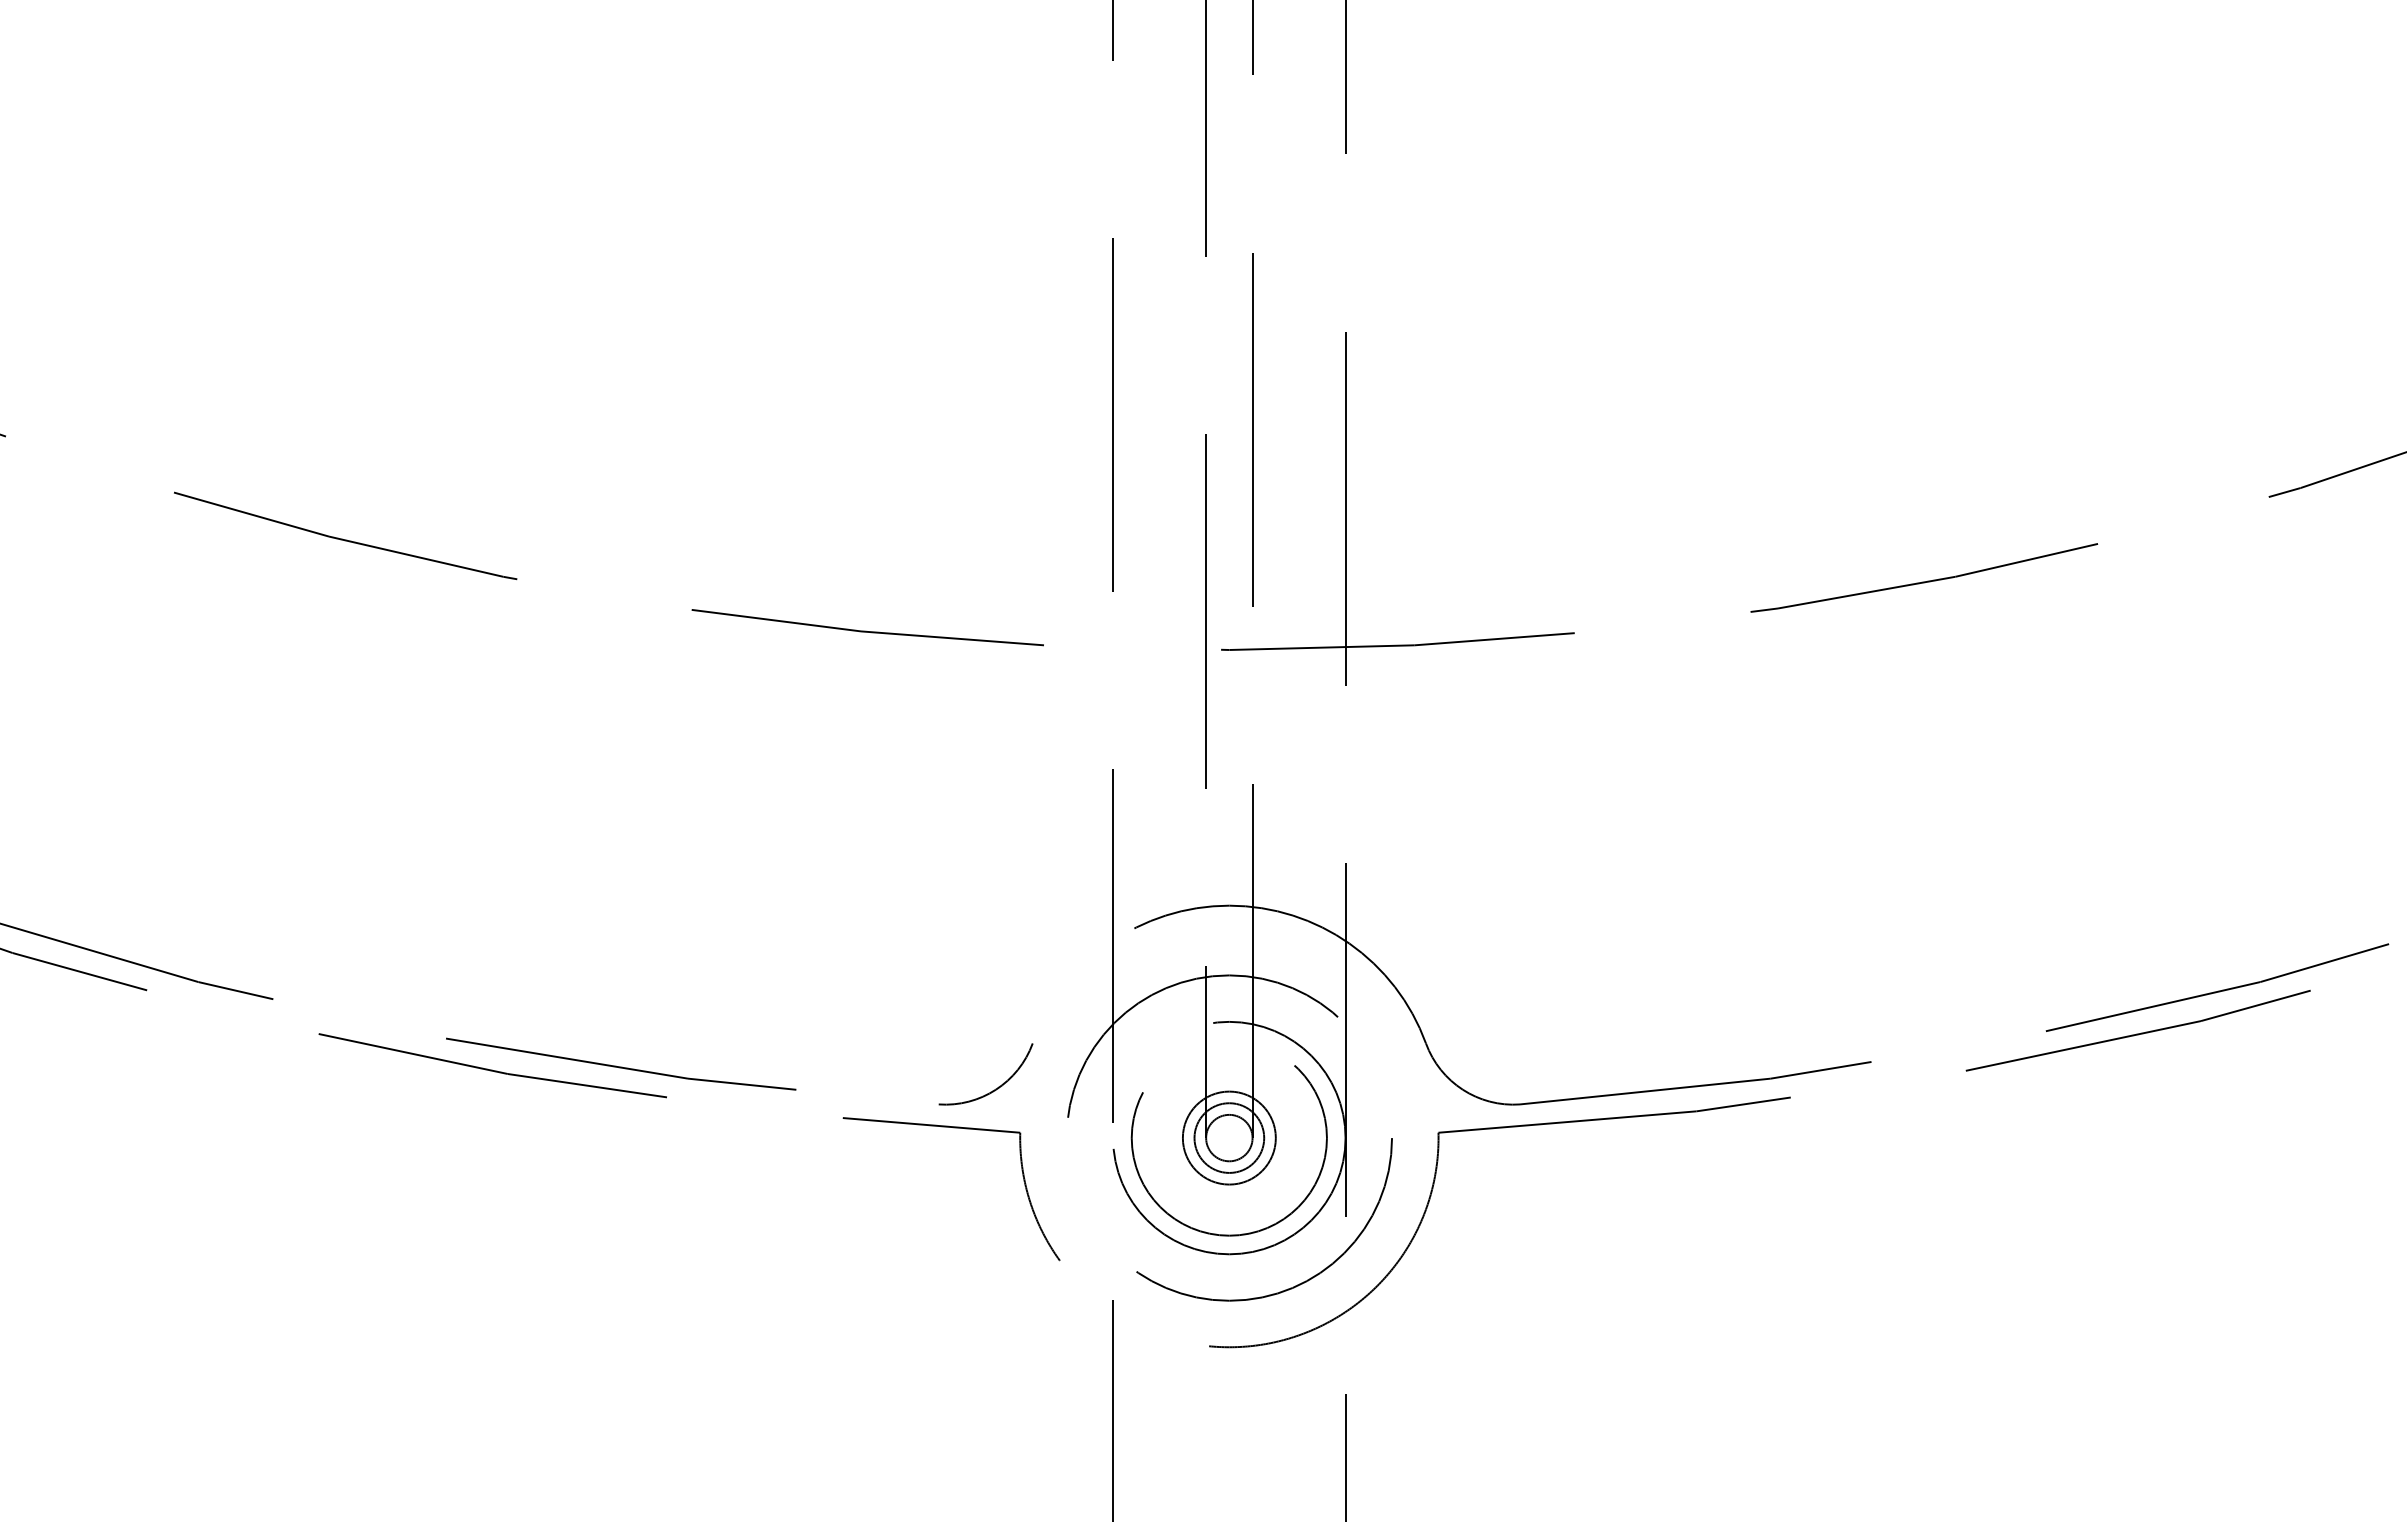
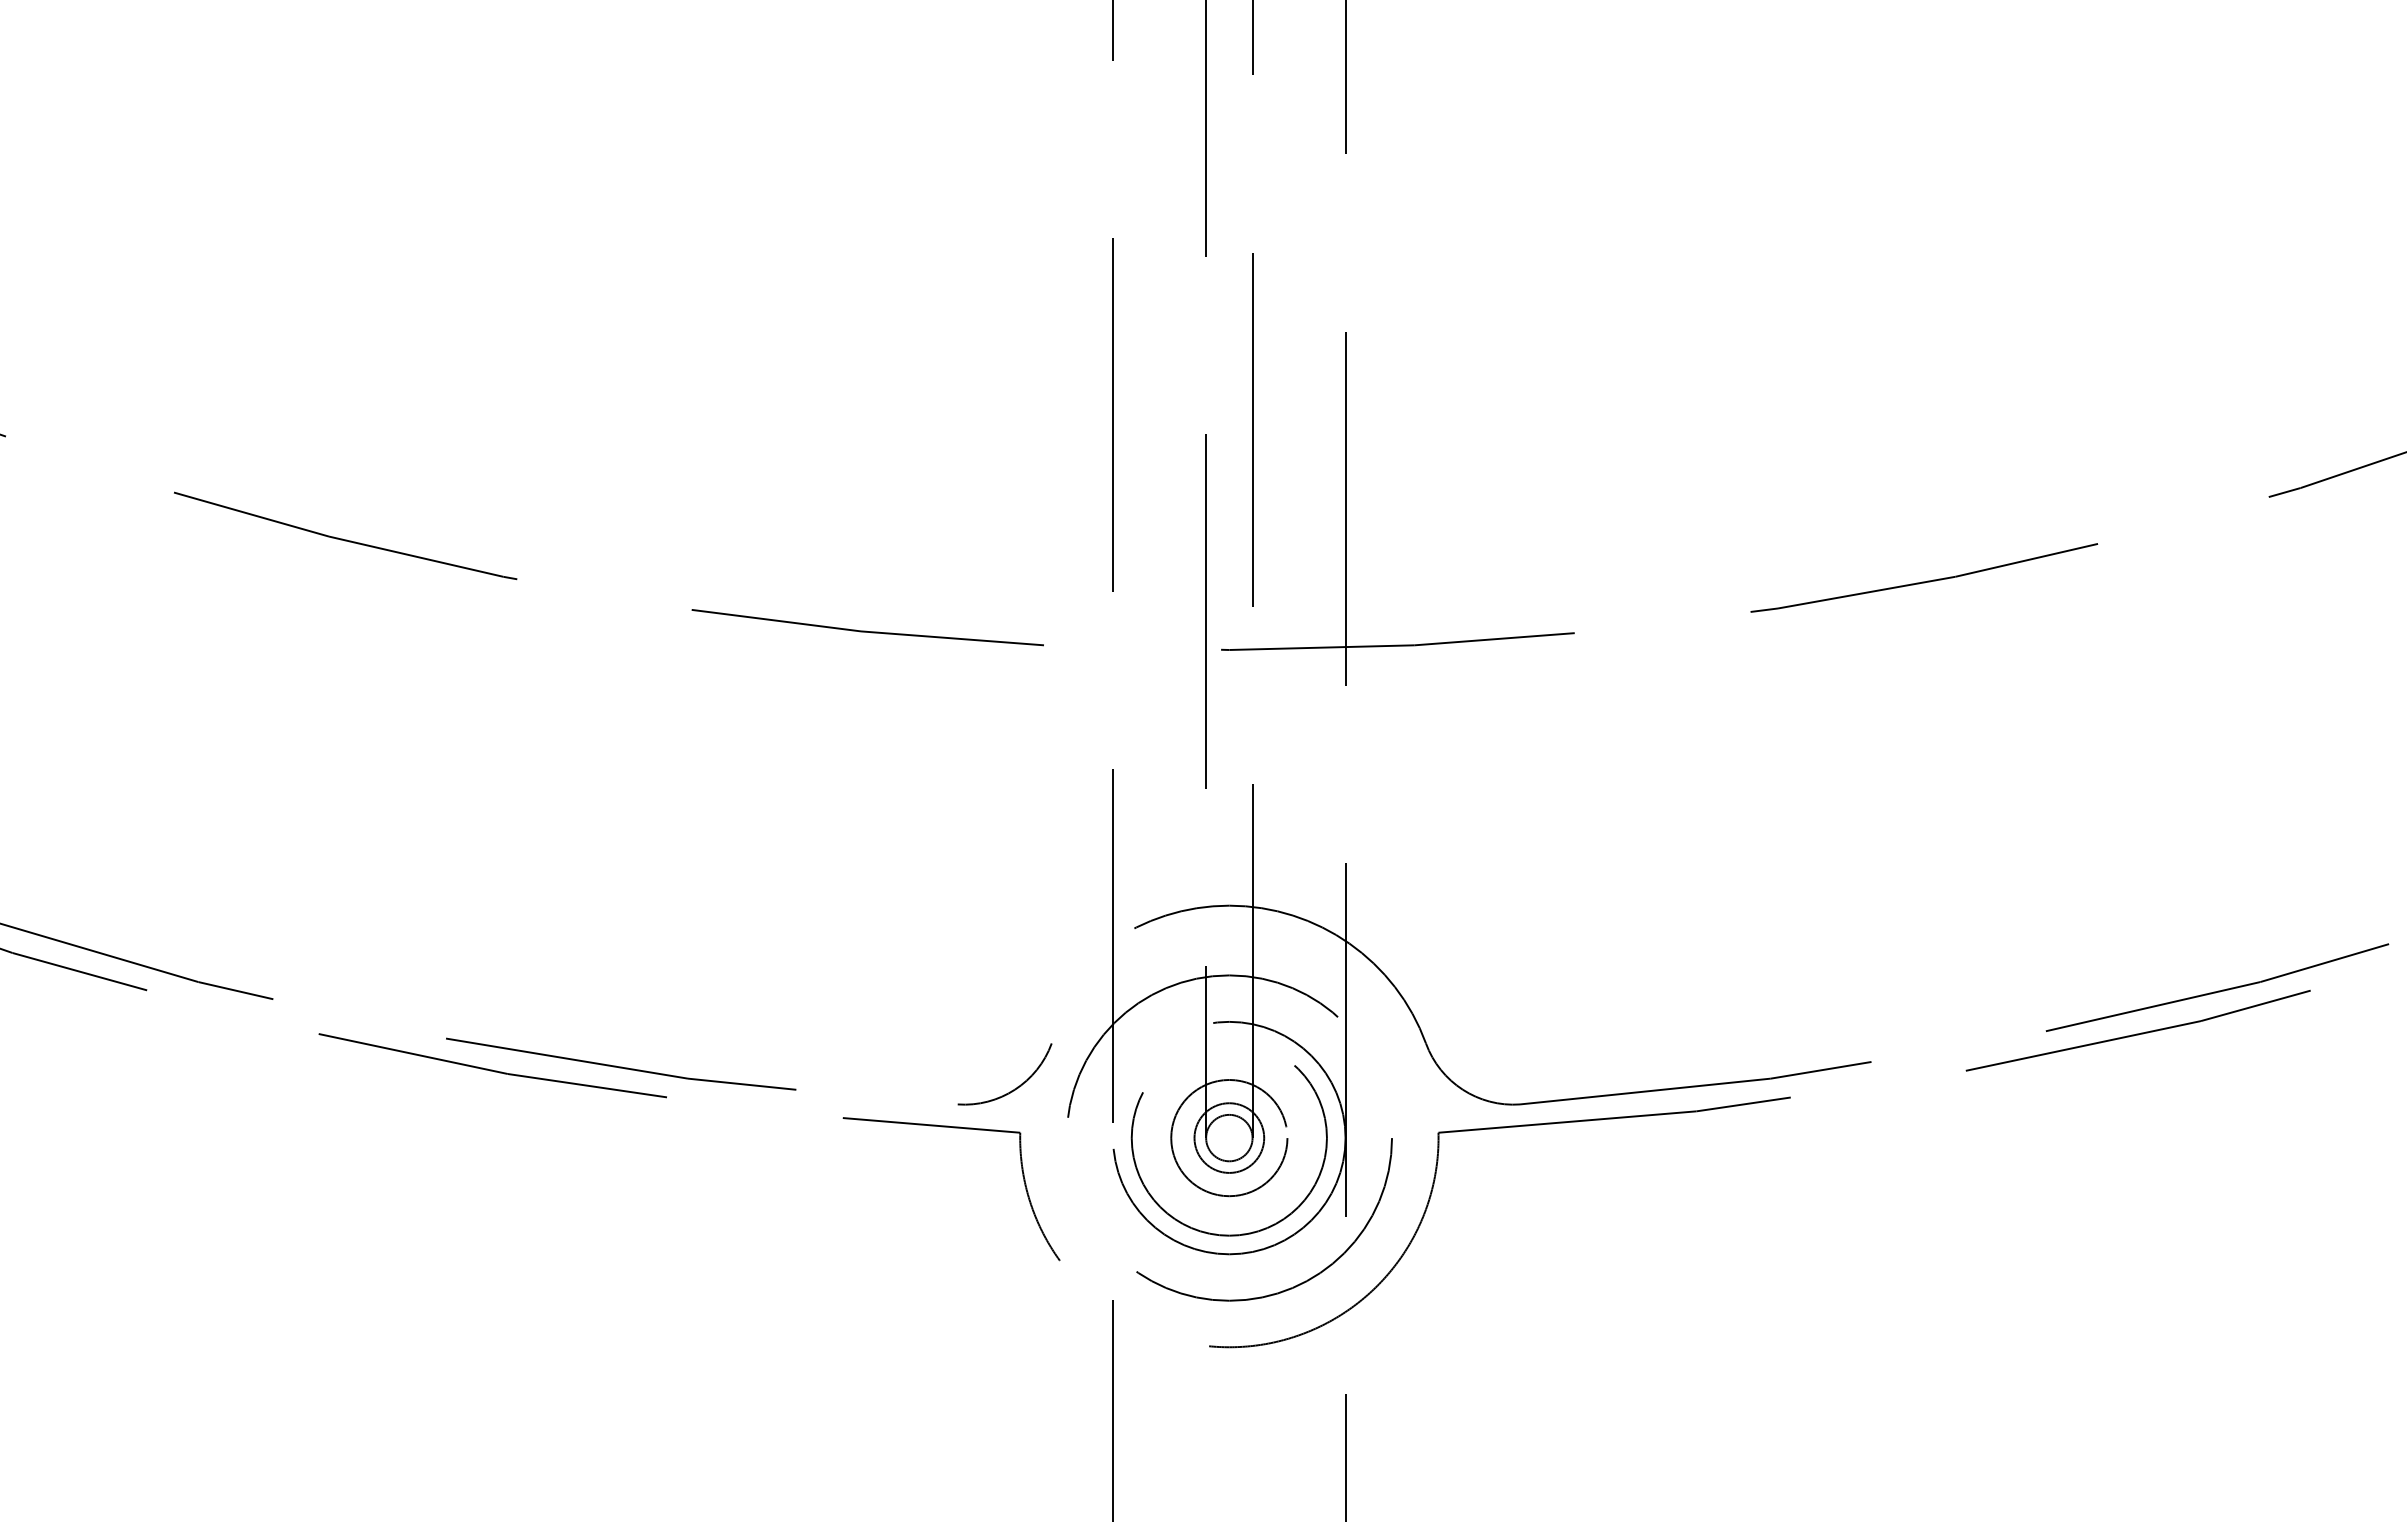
arc at (995, 1088) position: (995, 1088) -> (1014, 1088)
circle at (1228, 1137) diameter: 93 px -> 116 px
